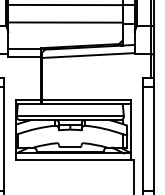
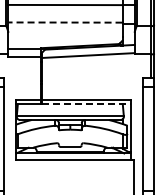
line at (64, 22): solid -> dashed
line at (86, 104): solid -> dashed
